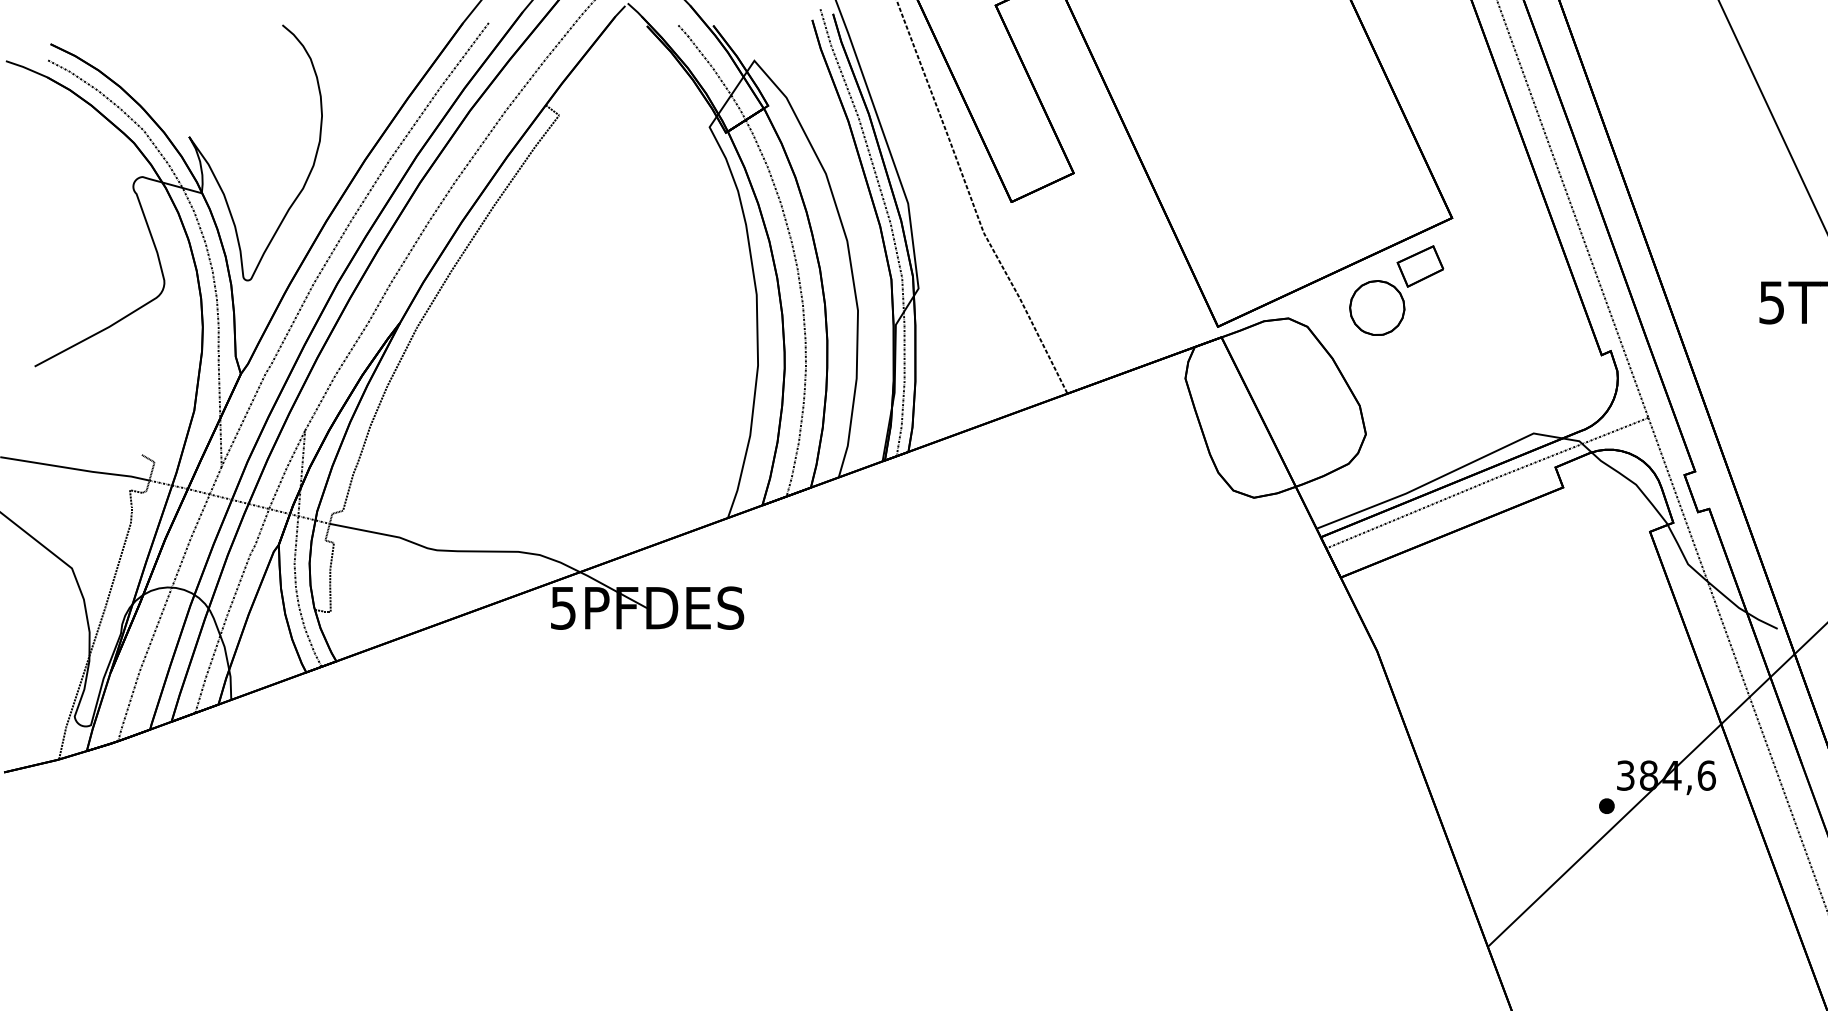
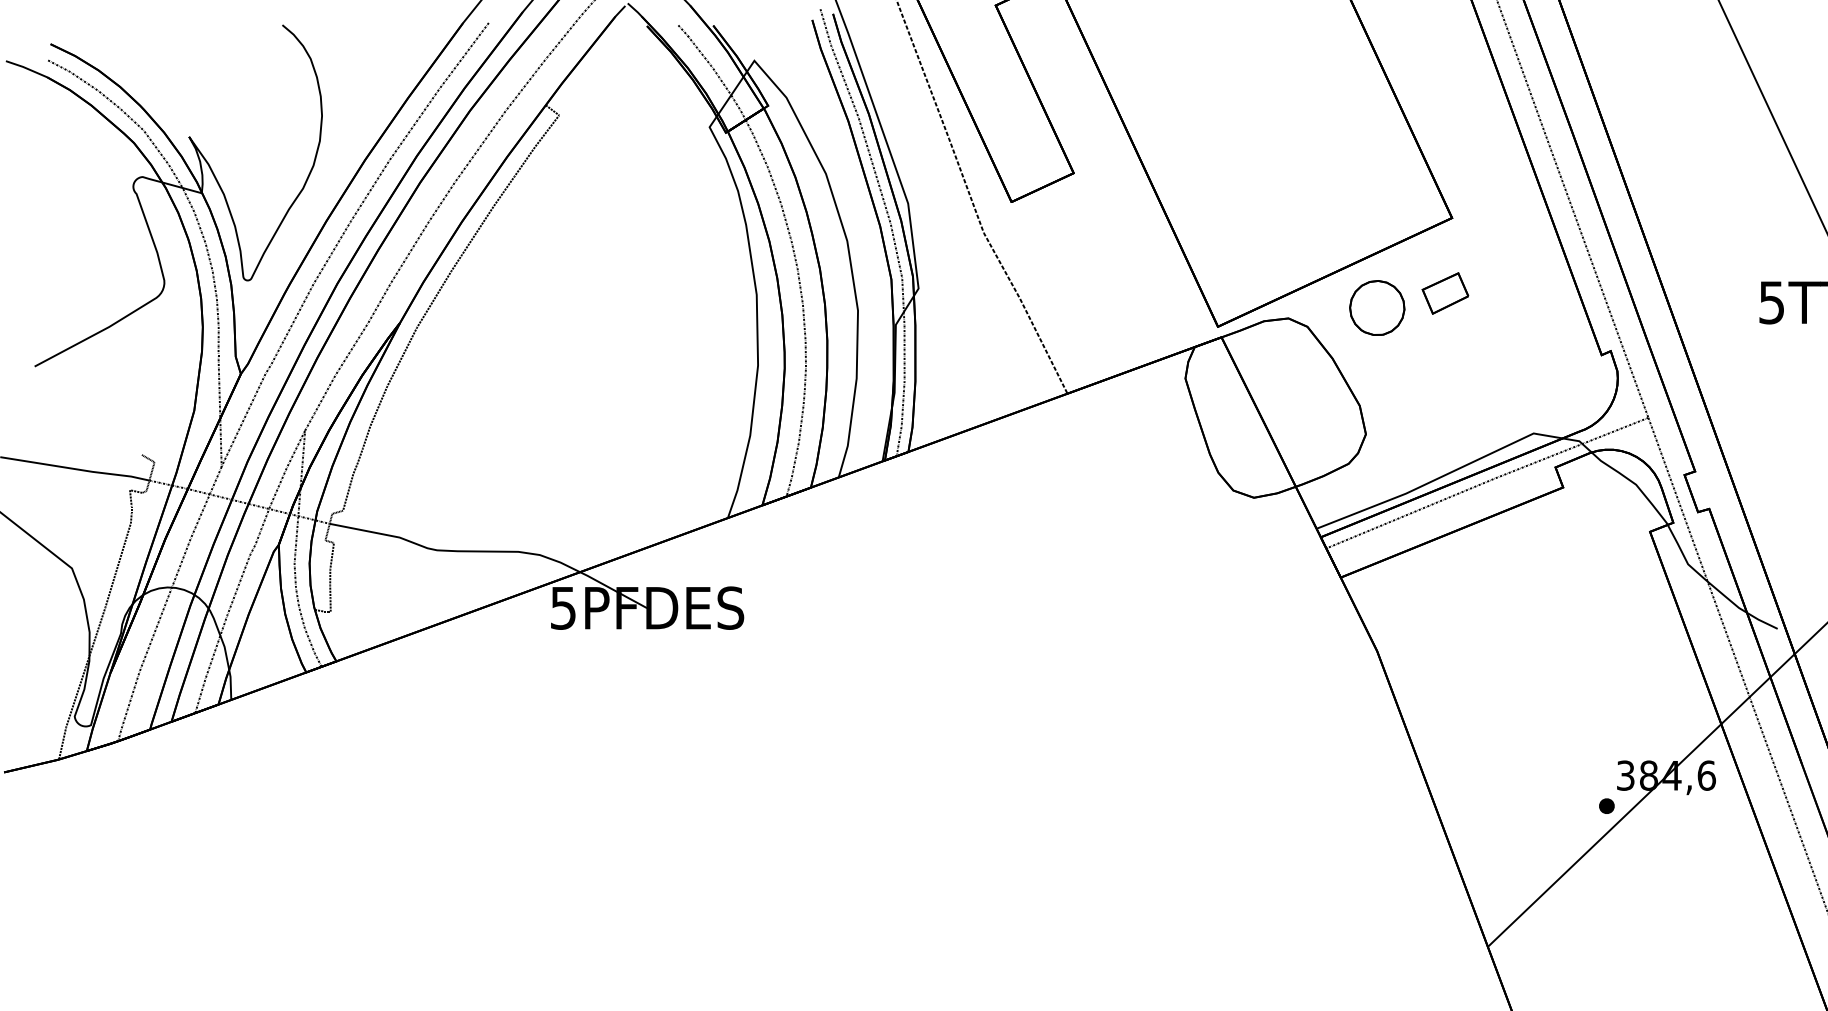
part at (1420, 266) position: (1420, 266) -> (1445, 293)
